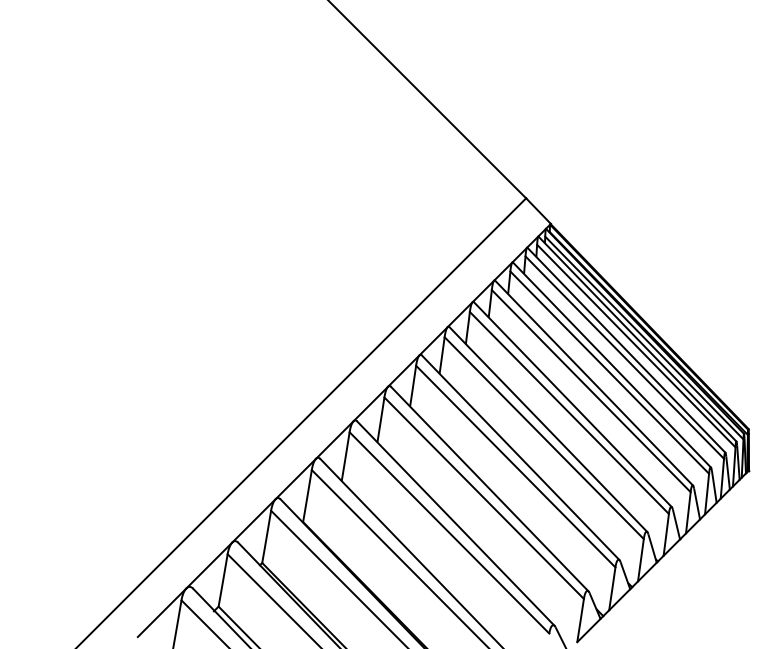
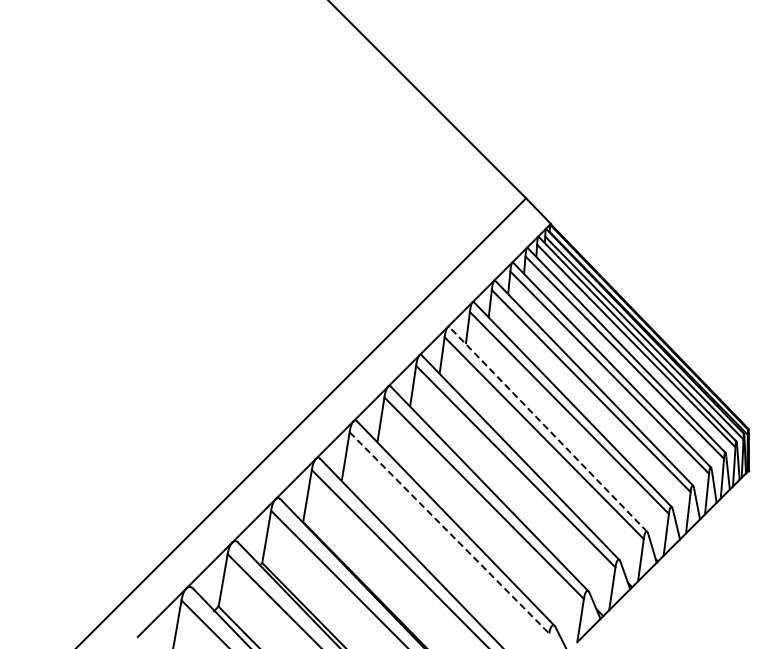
line at (548, 429): solid -> dashed
line at (449, 532): solid -> dashed
